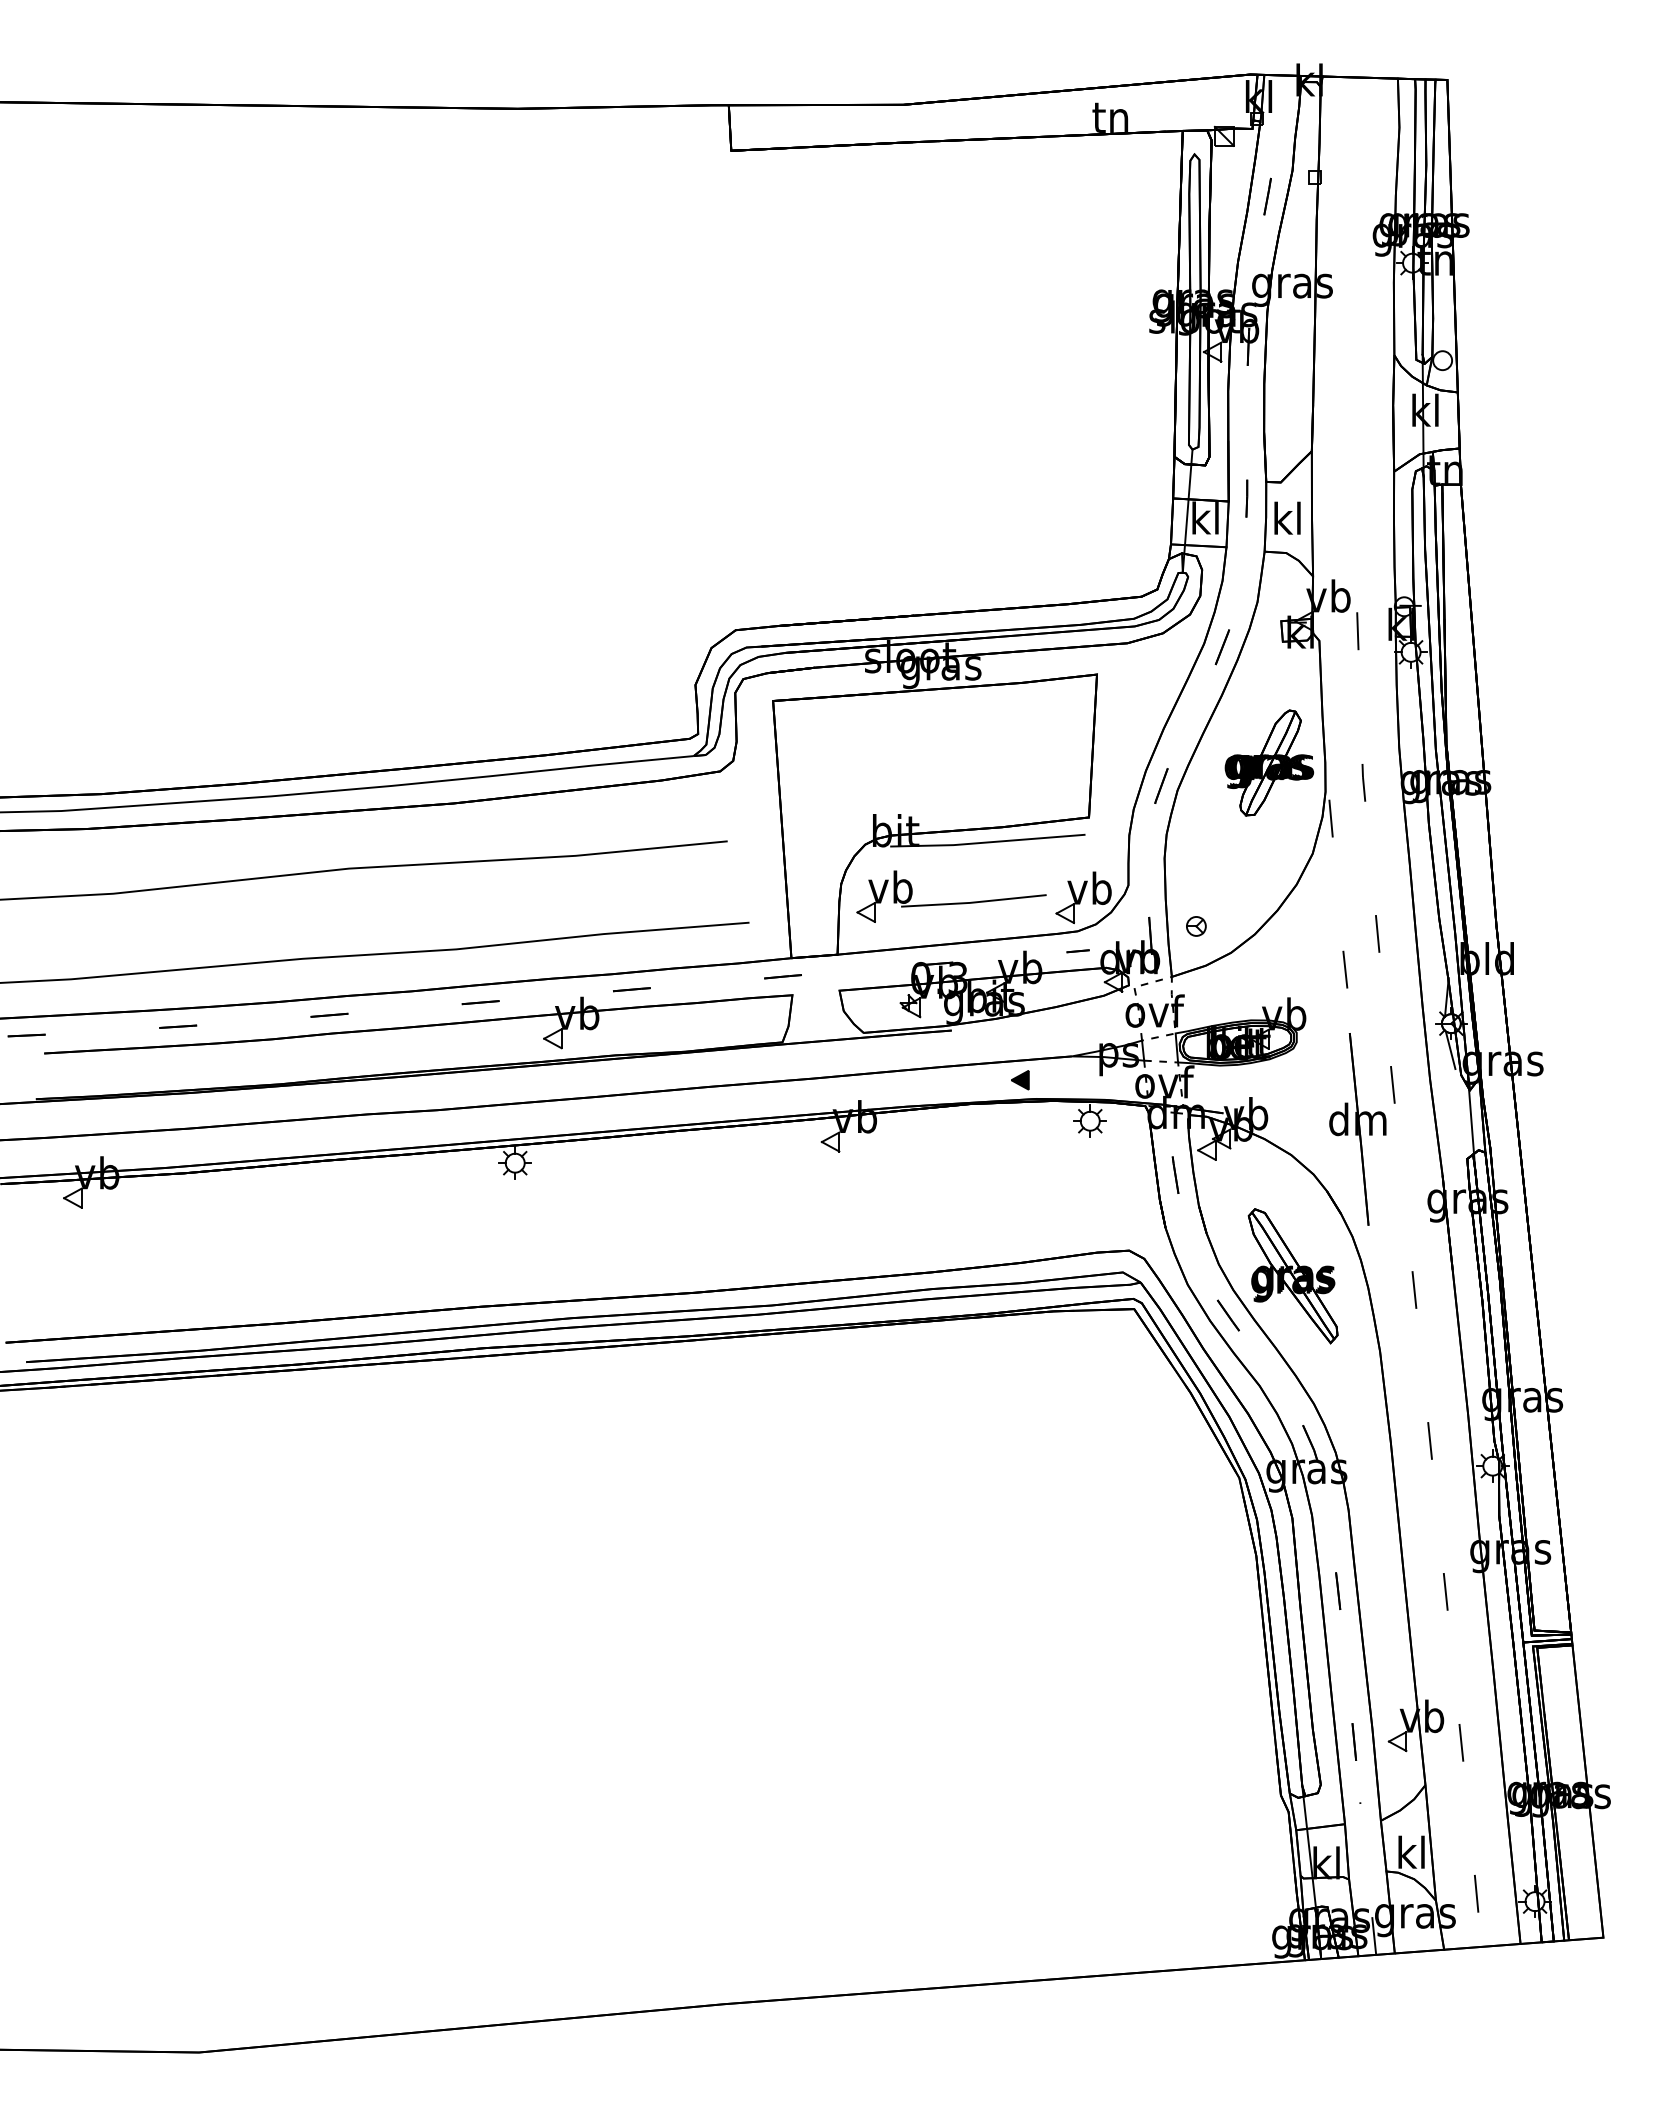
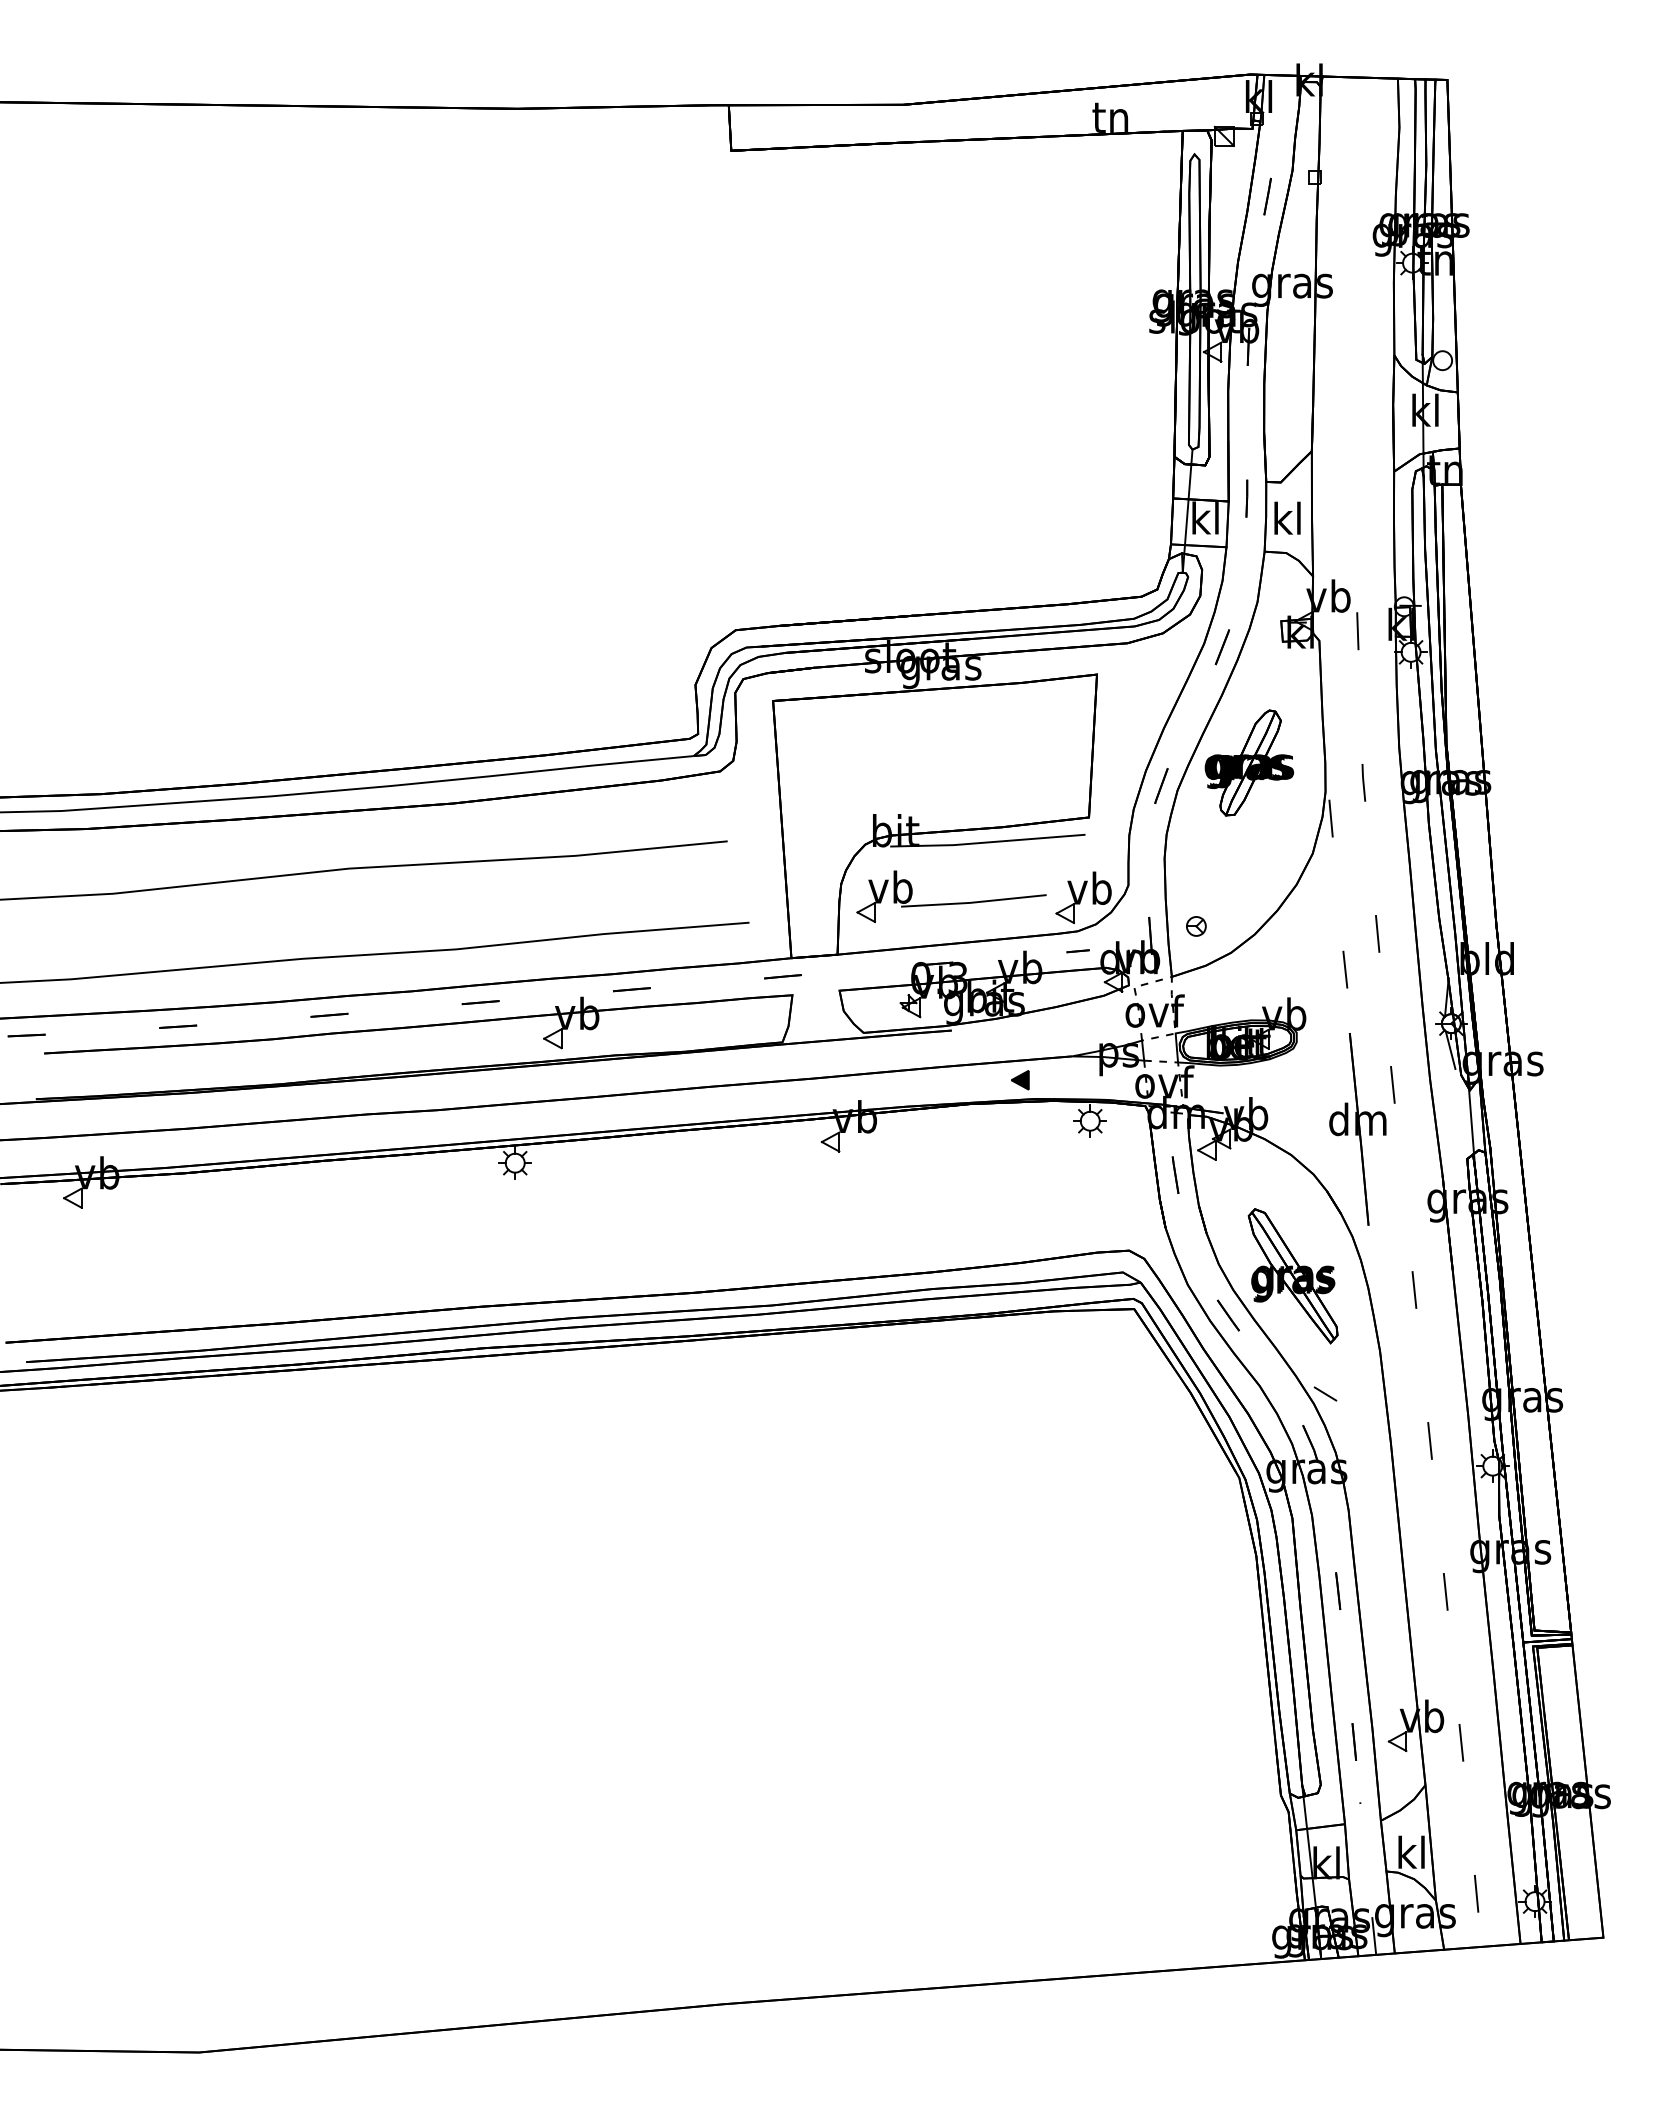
part at (1269, 762) position: (1269, 762) -> (1249, 762)
line at (1325, 1393): none -> present
